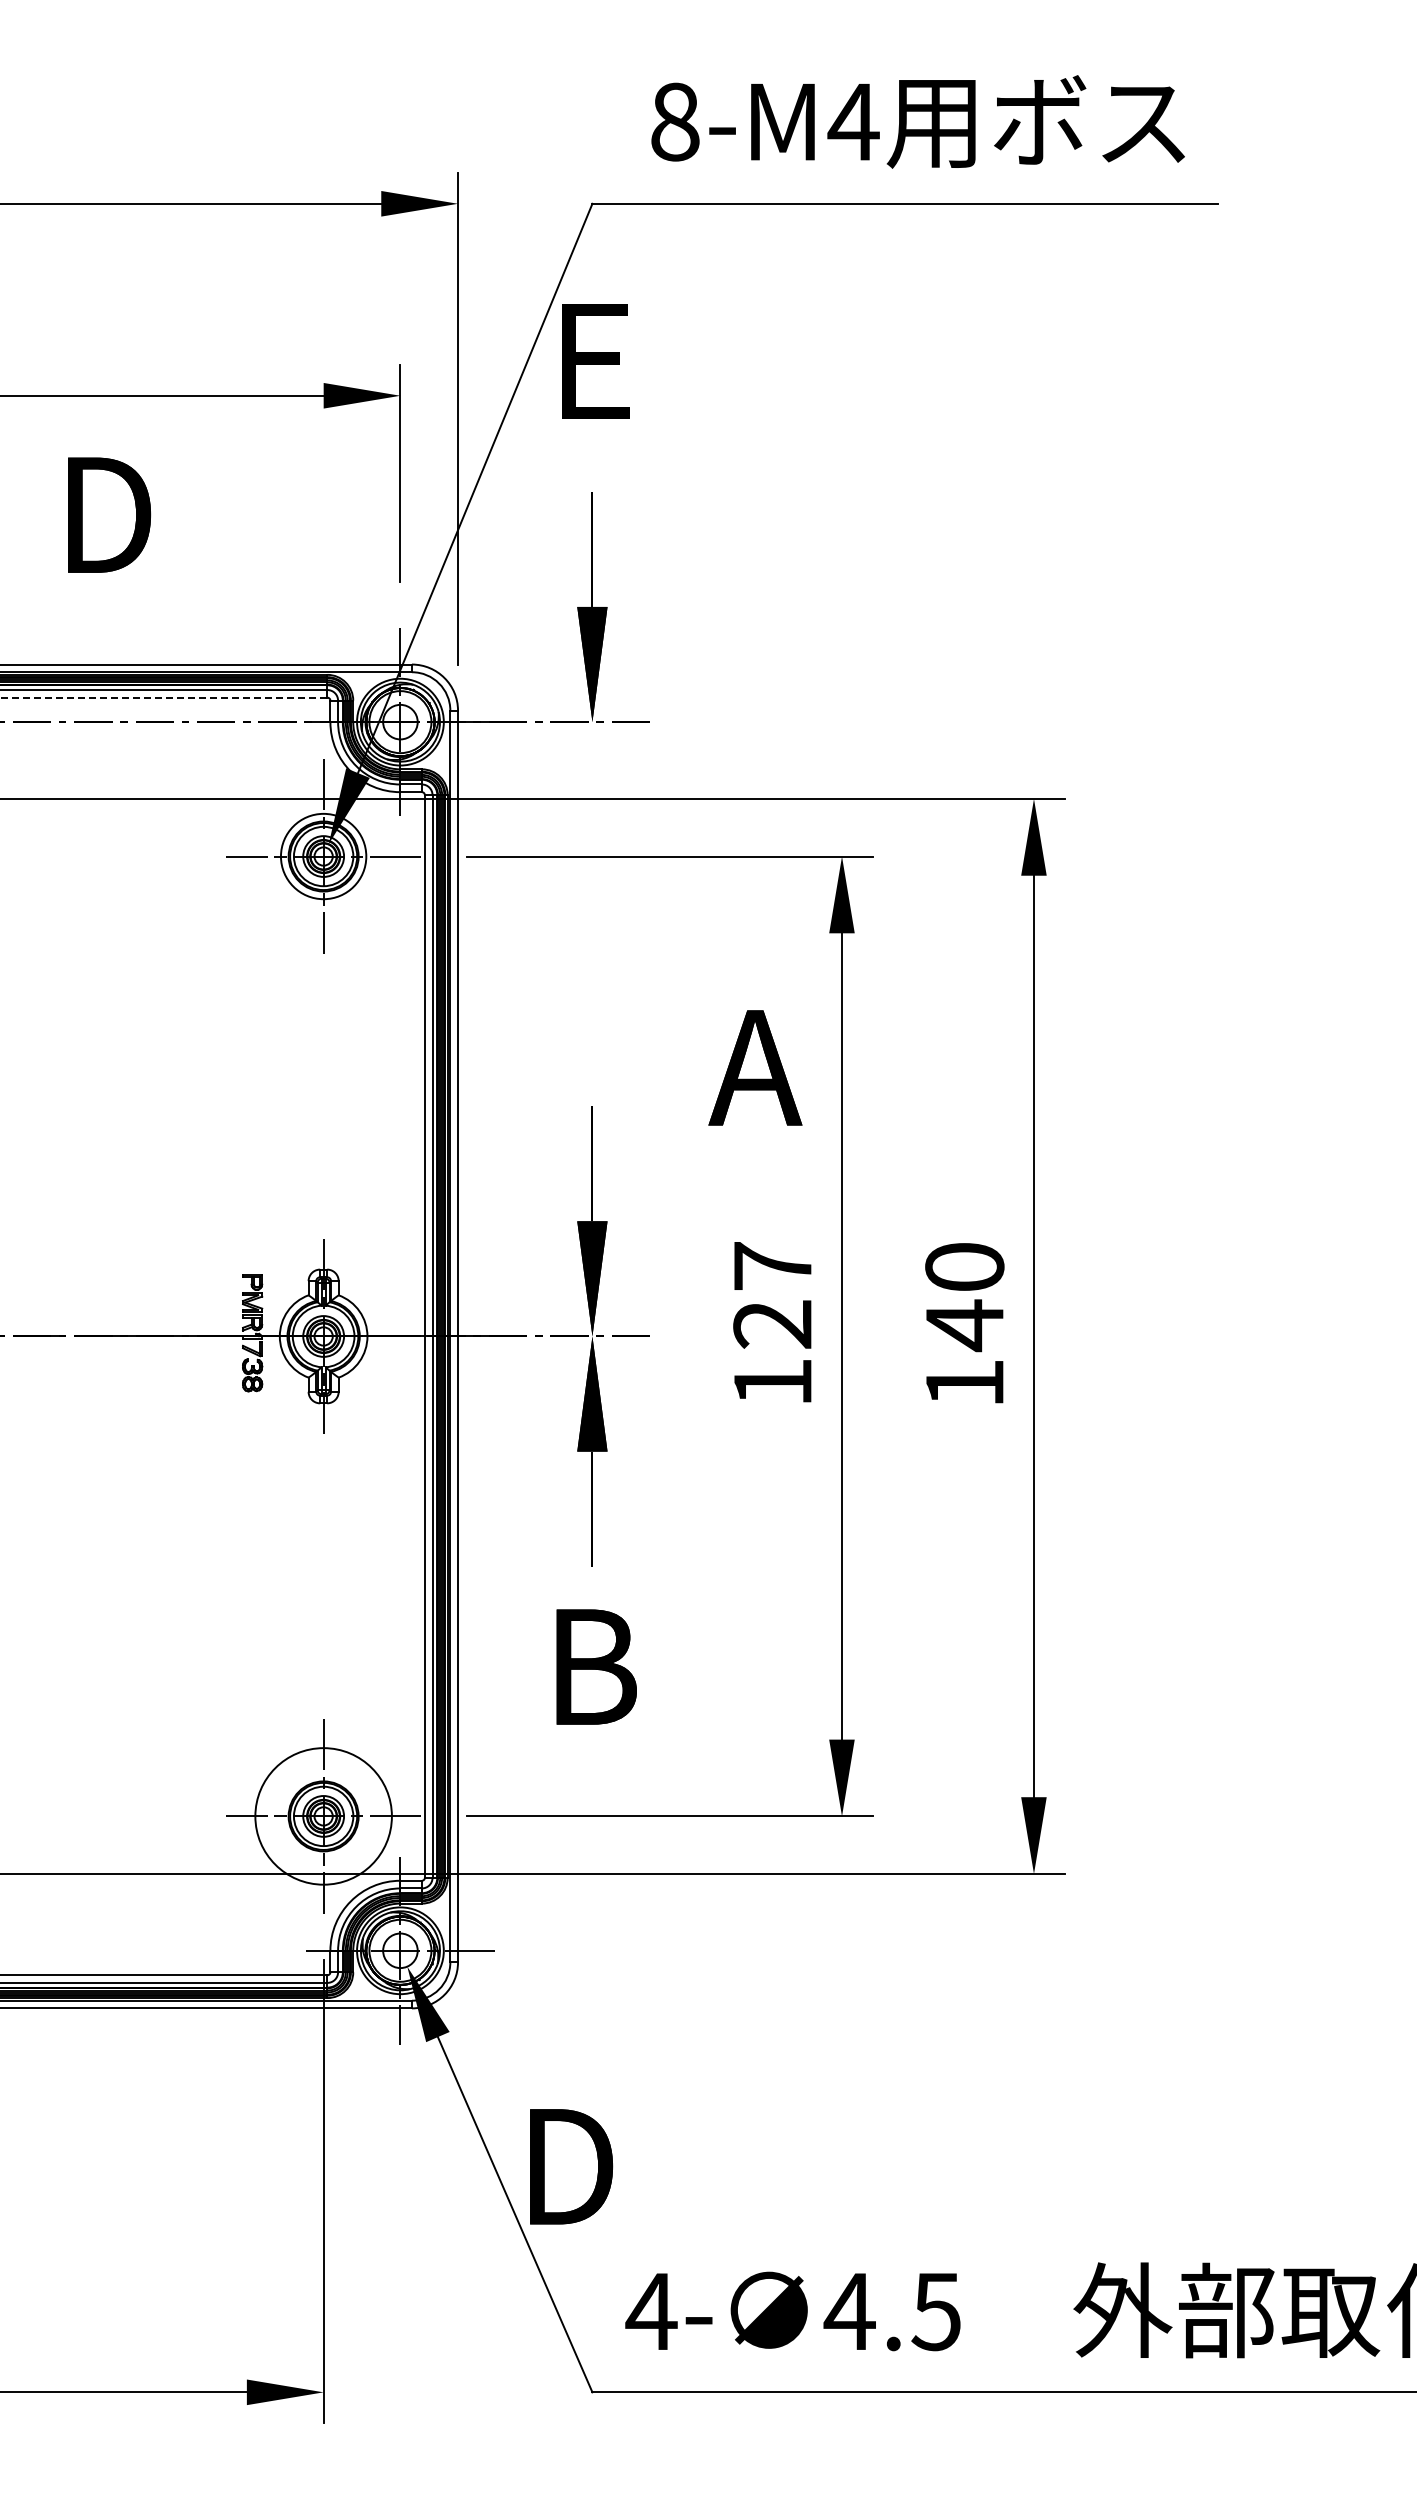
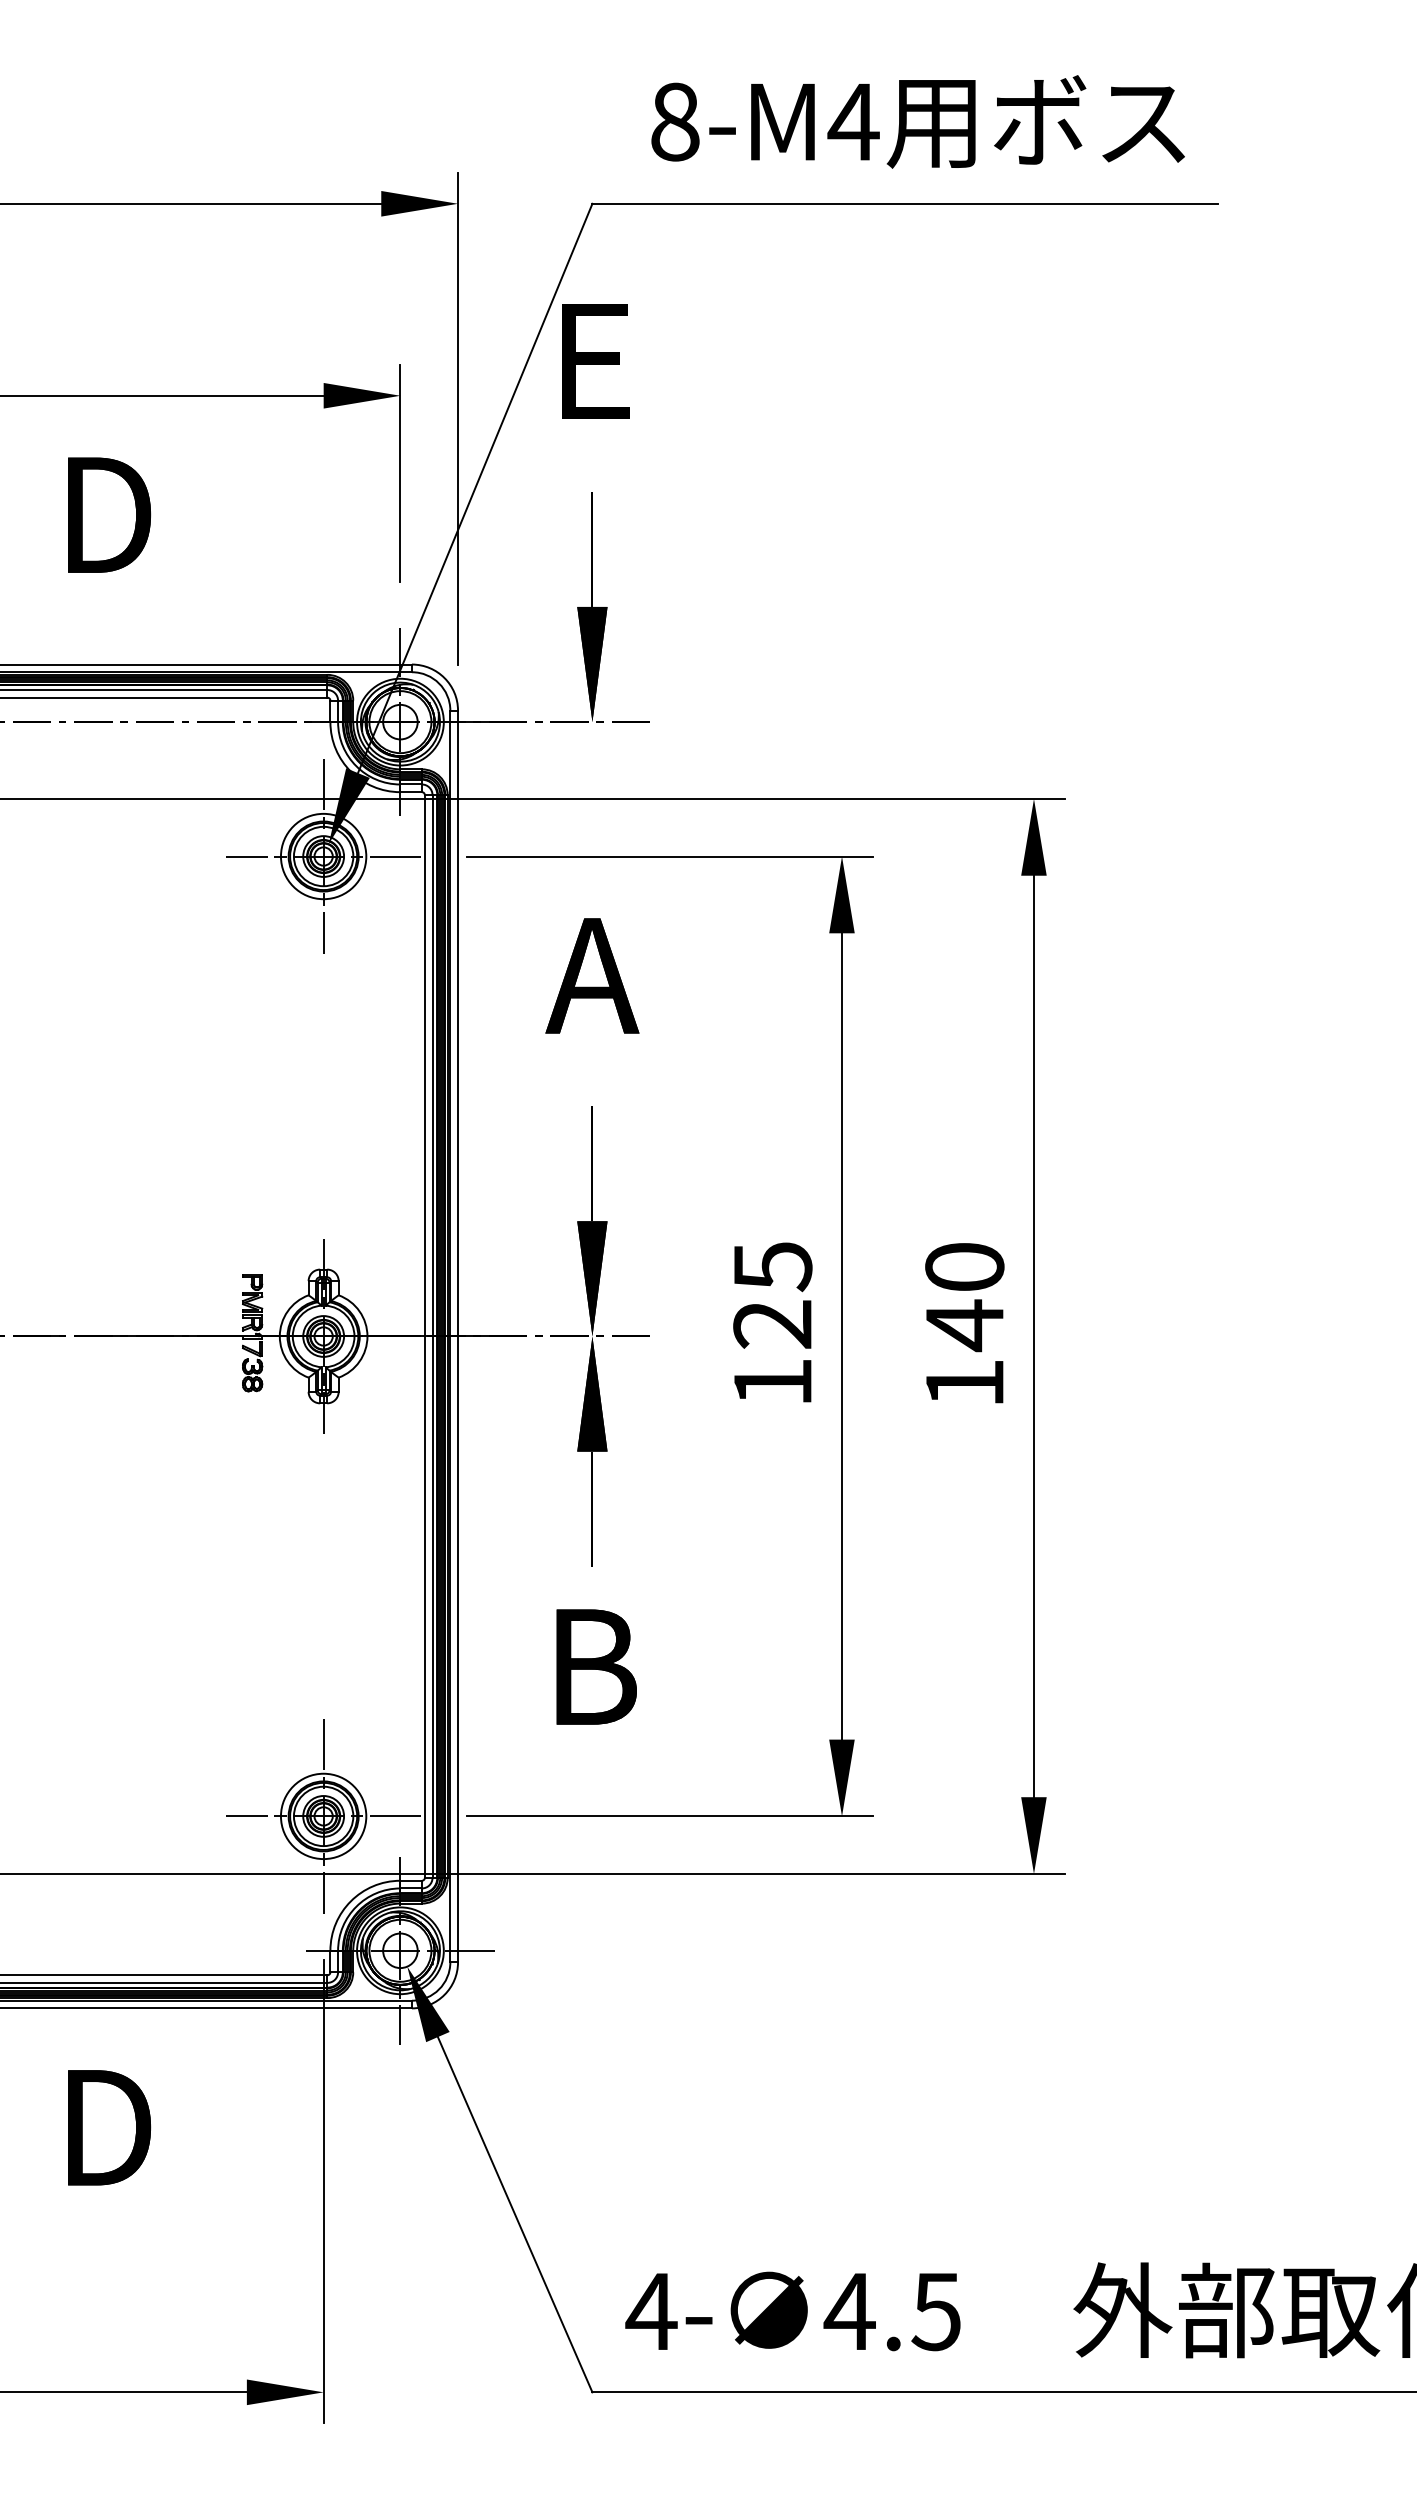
line at (163, 697): dashed -> solid
text at (755, 1067) position: (755, 1067) -> (592, 975)
text at (773, 1267): 127 -> 125
circle at (323, 1816) diameter: 137 px -> 85 px
text at (571, 2166) position: (571, 2166) -> (109, 2127)
